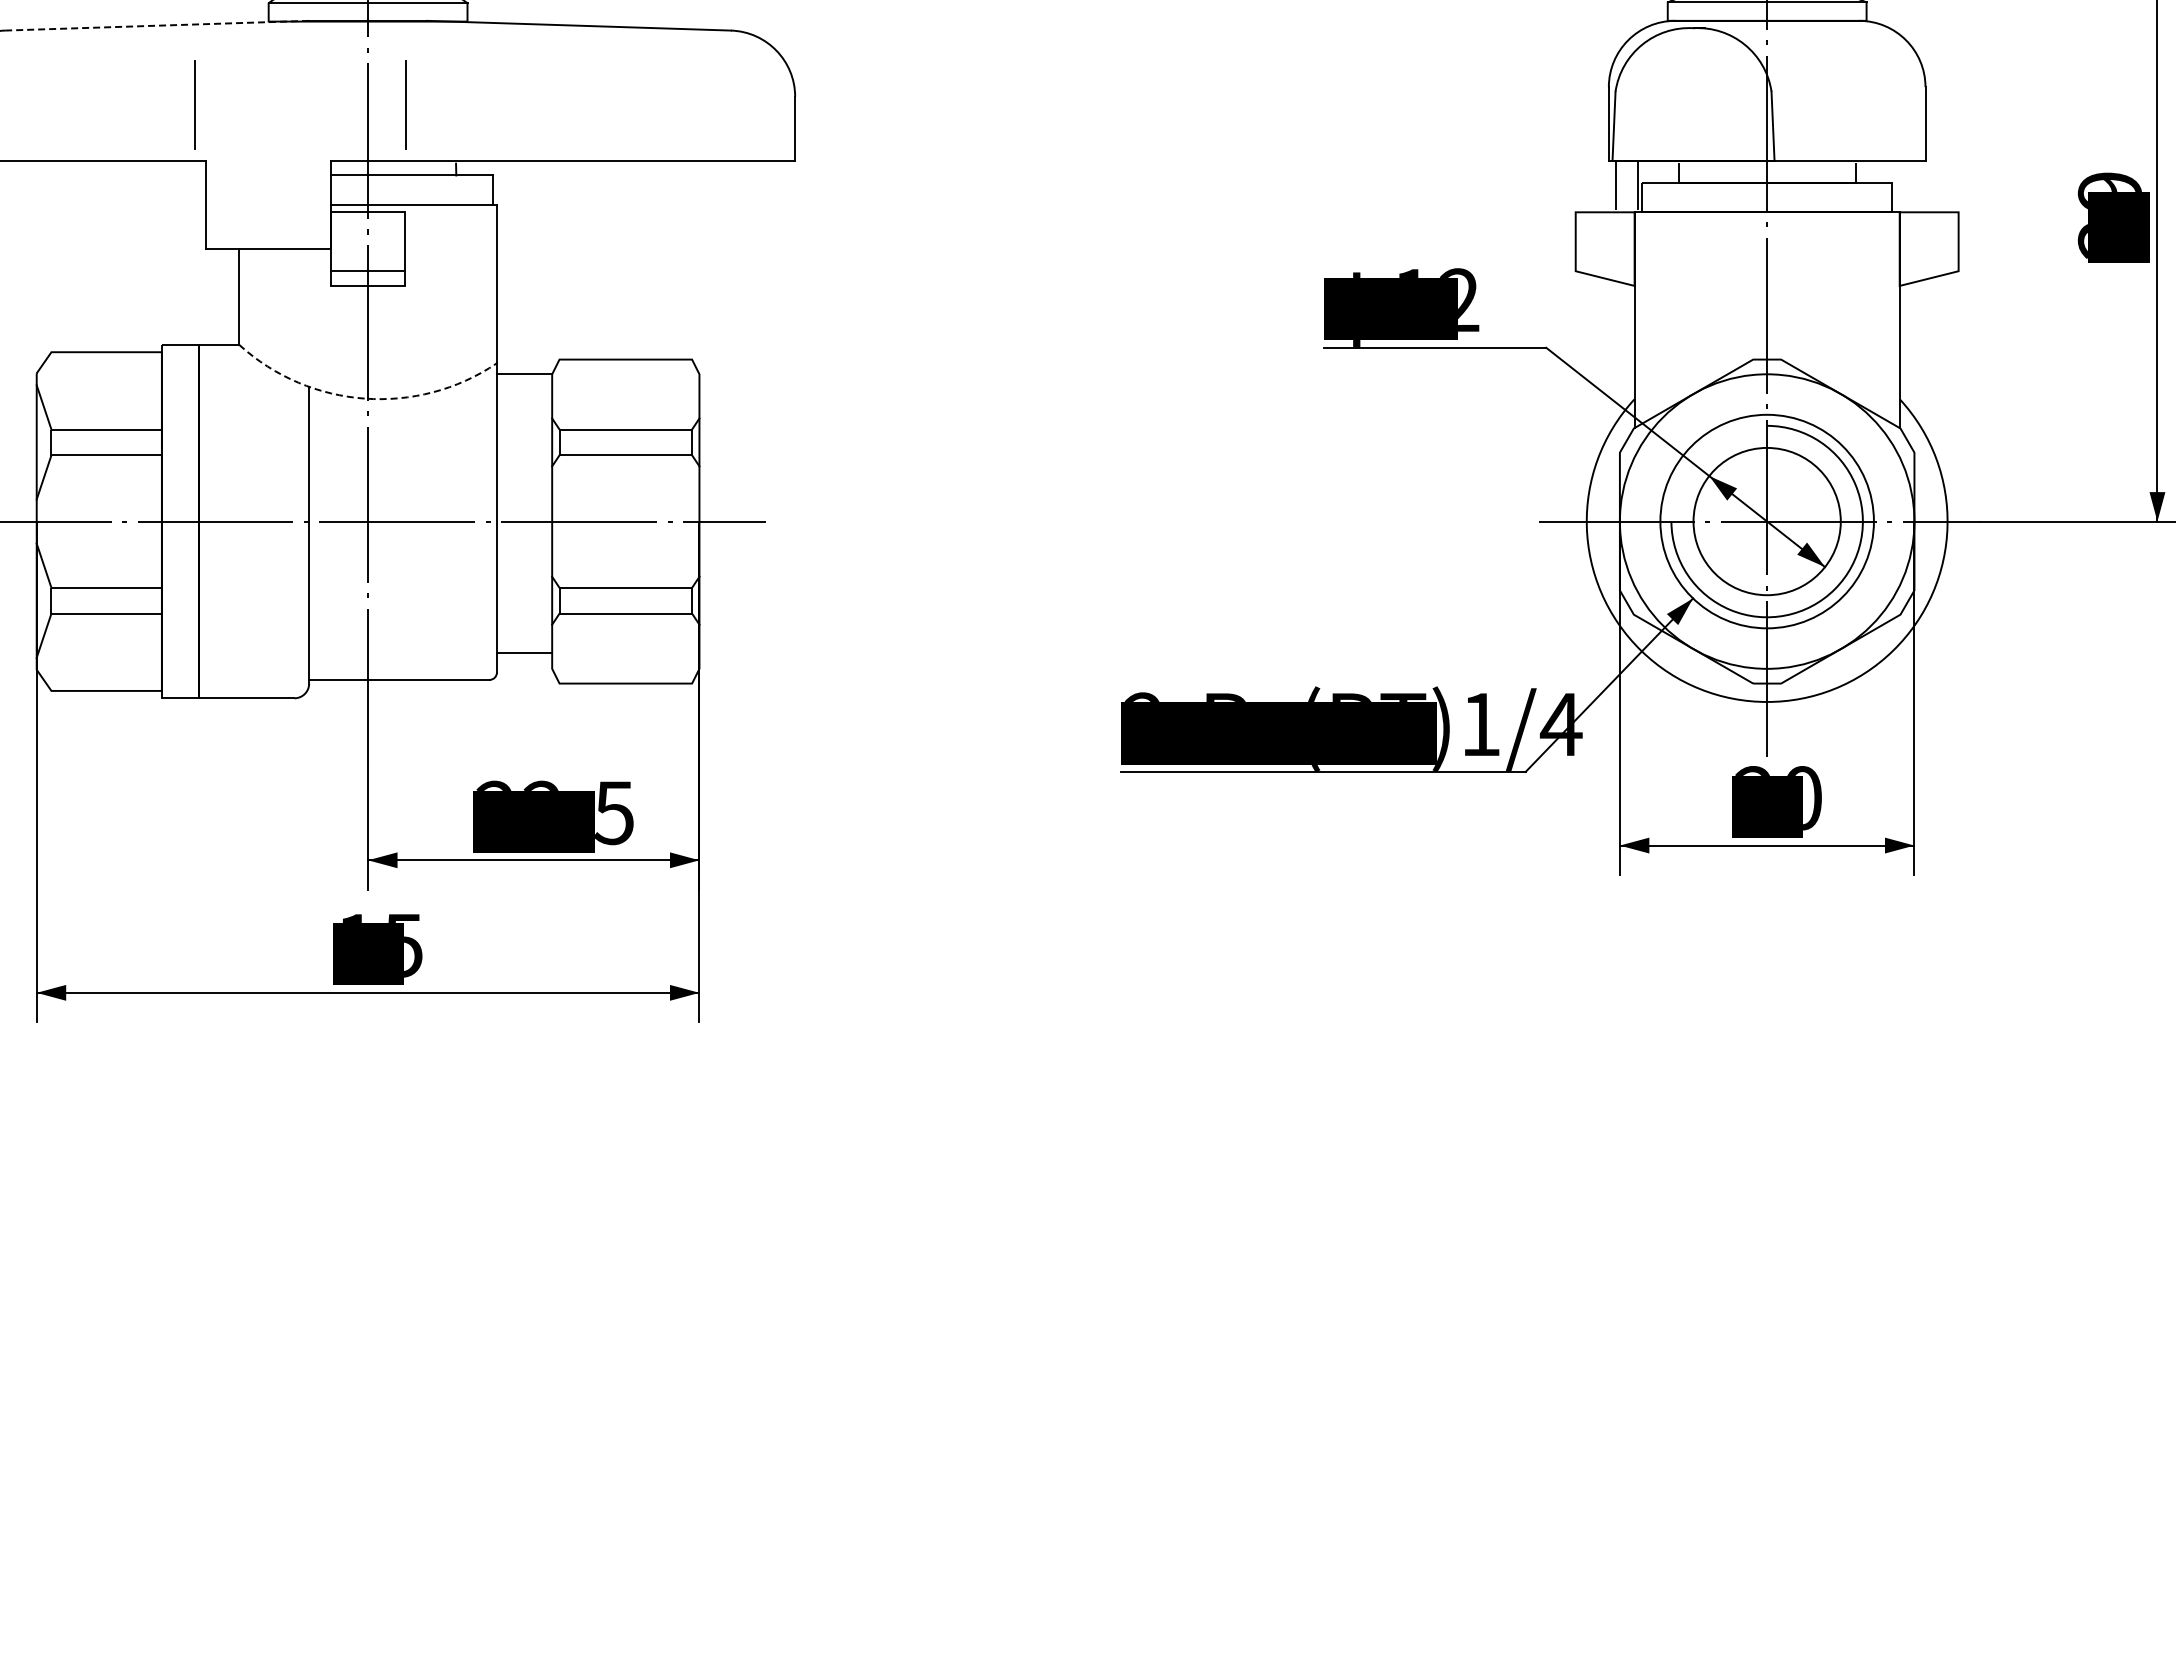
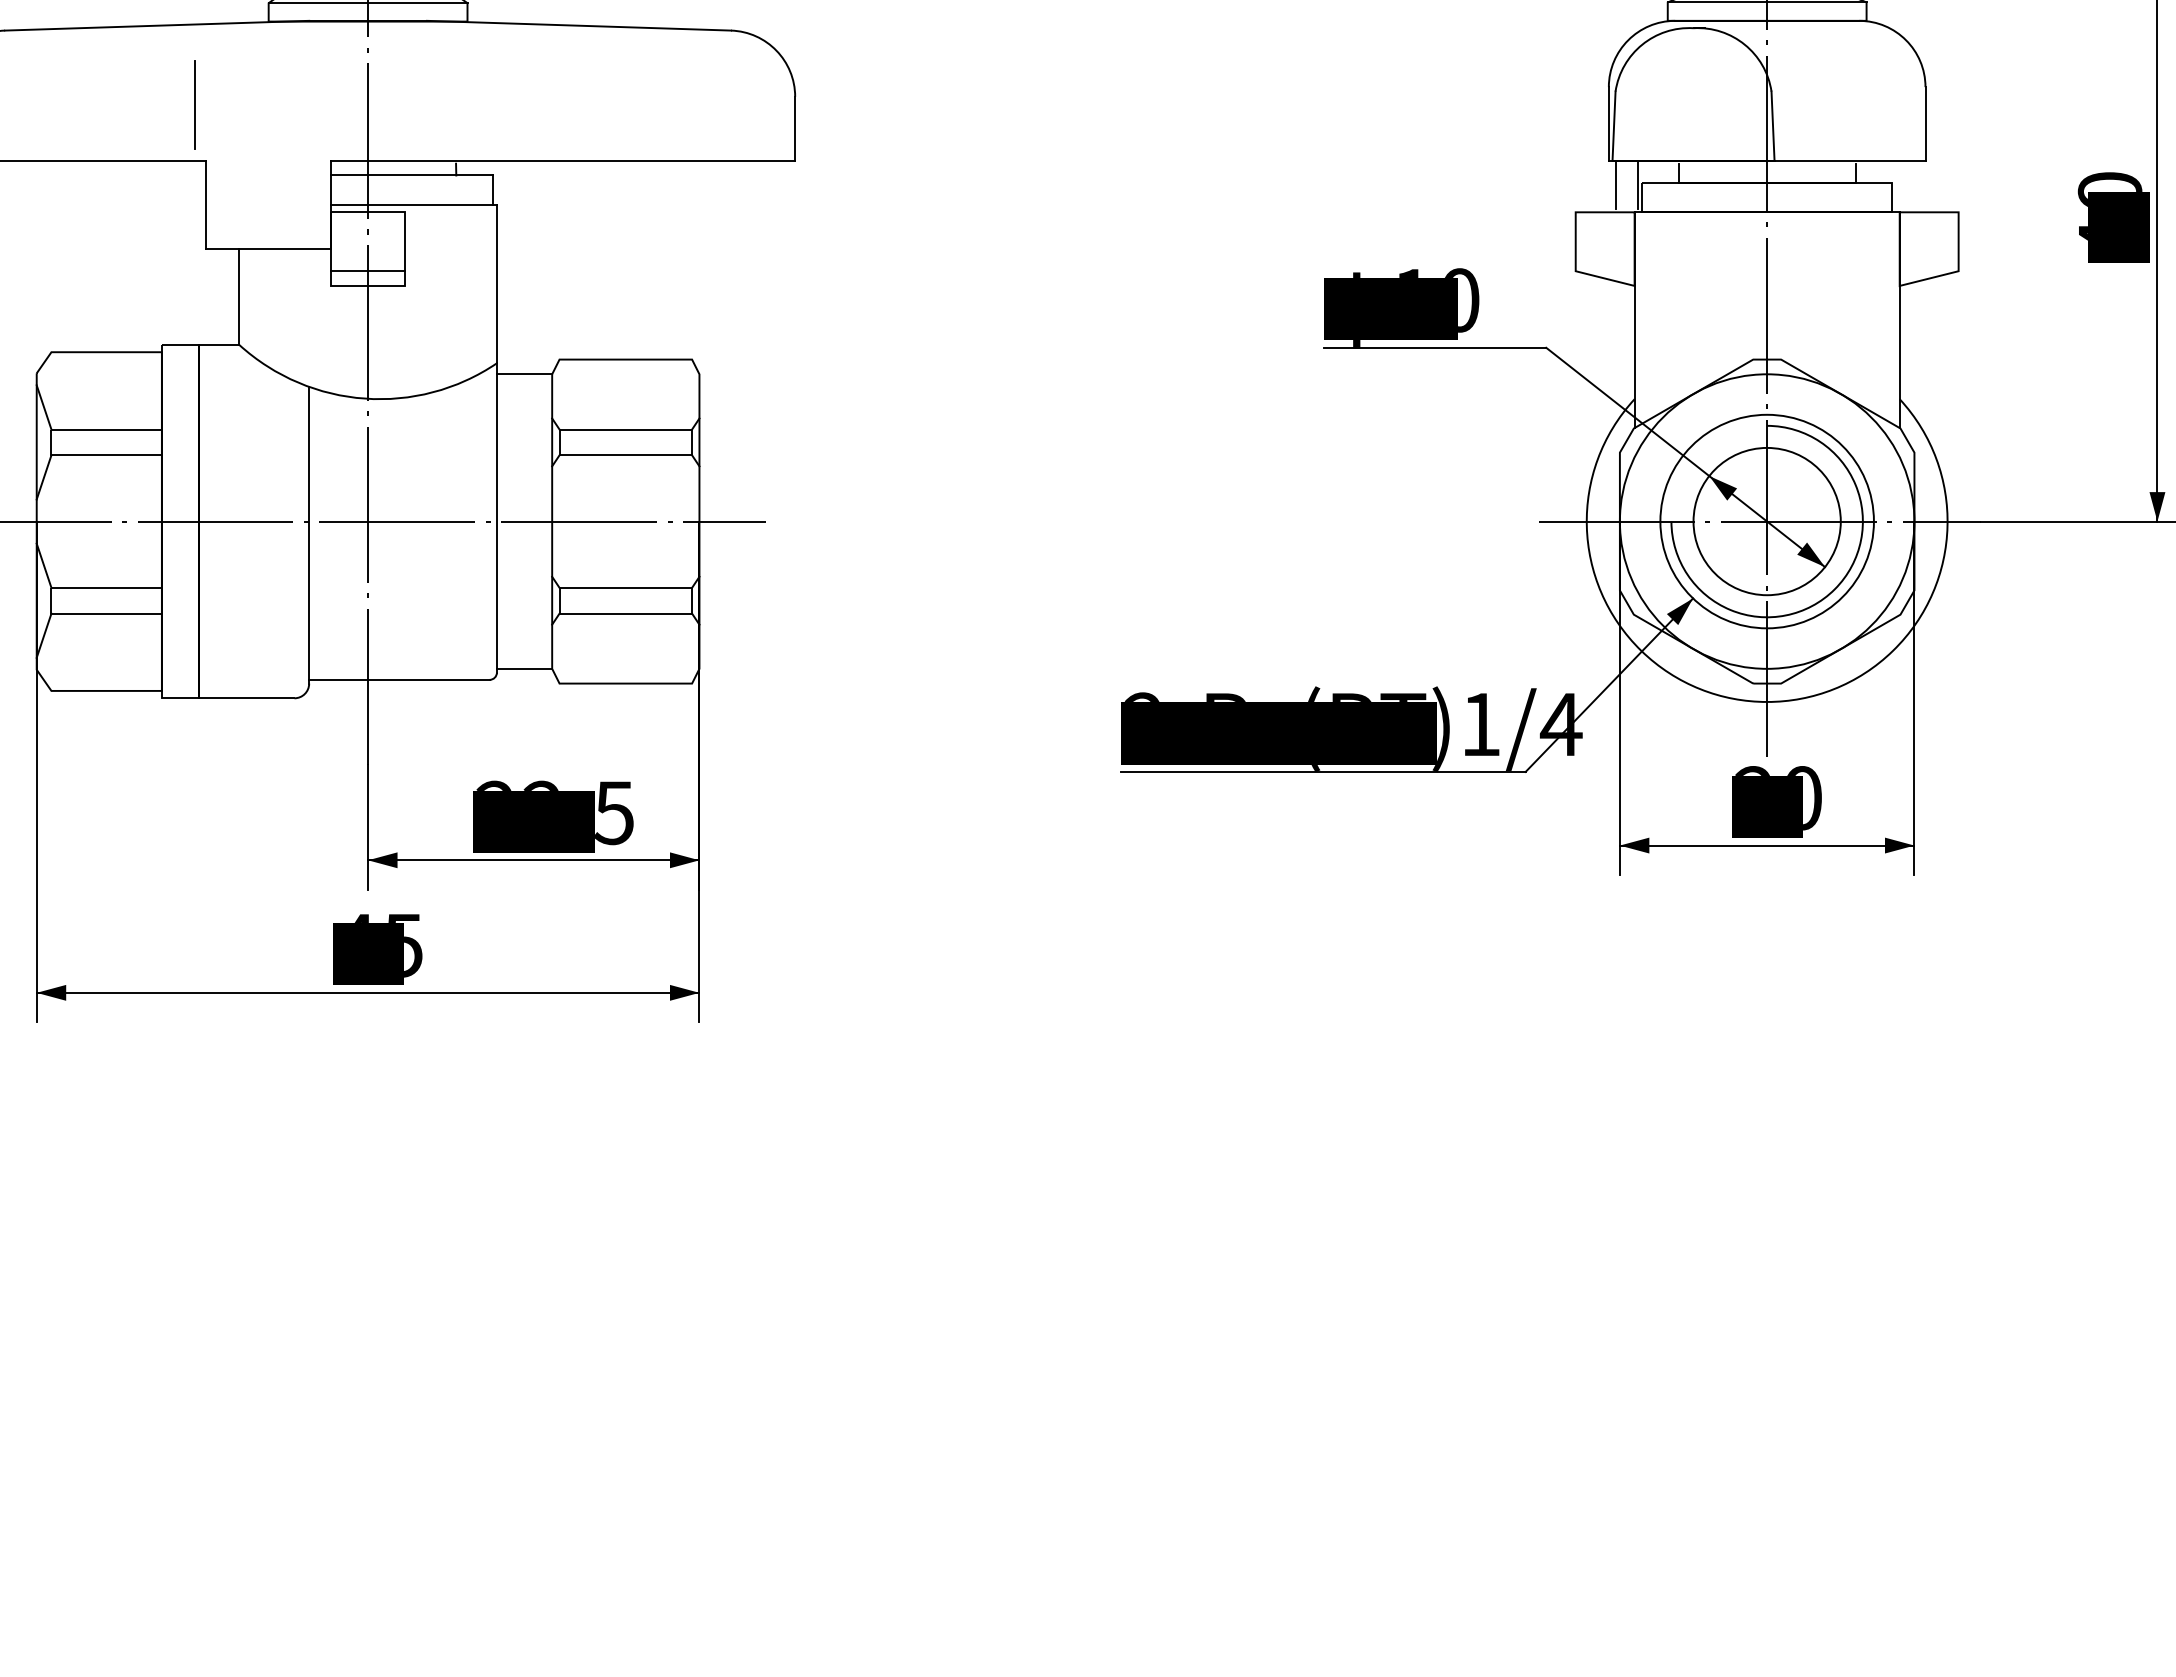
line at (157, 25): dashed -> solid
line at (405, 104): present -> none
text at (2109, 215): 29 -> 40
text at (1459, 300): 12 -> 10
arc at (364, 398): dashed -> solid
line at (524, 652) position: (524, 652) -> (524, 668)
text at (355, 918): 15 -> 45
